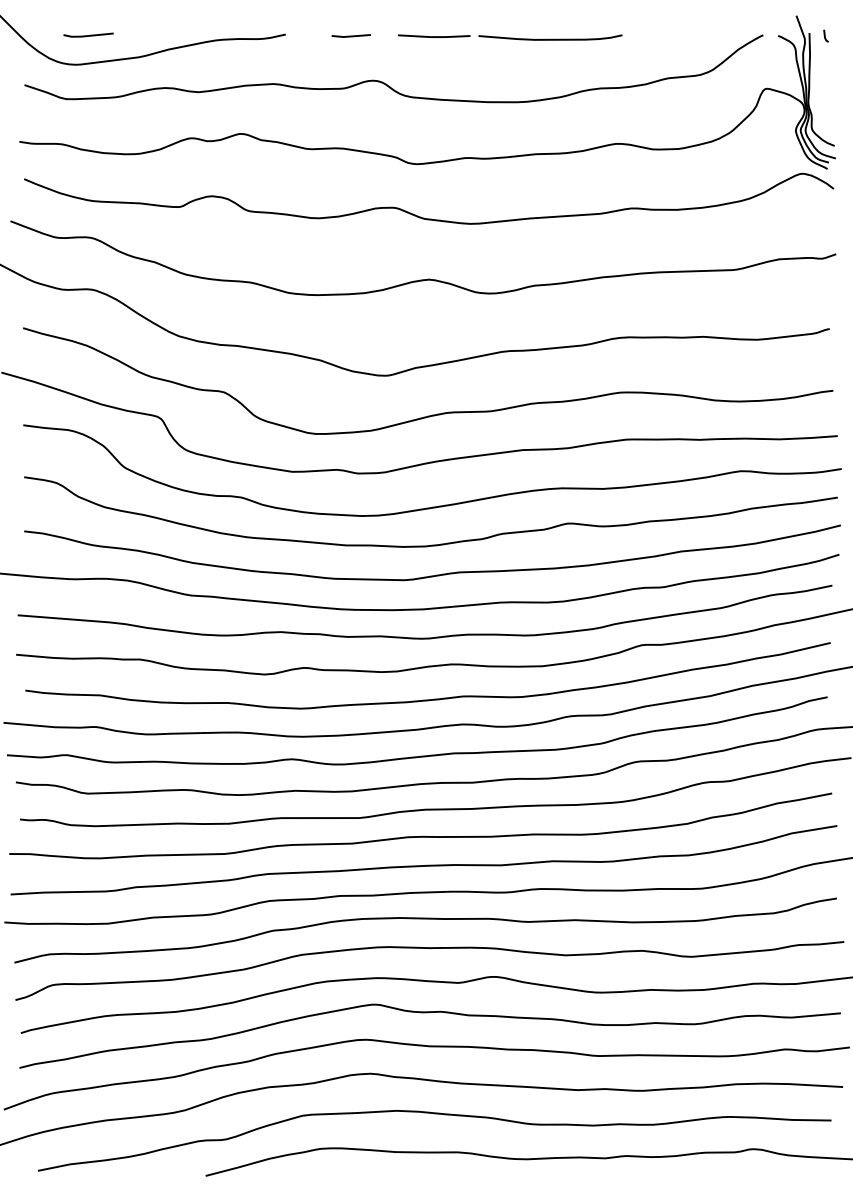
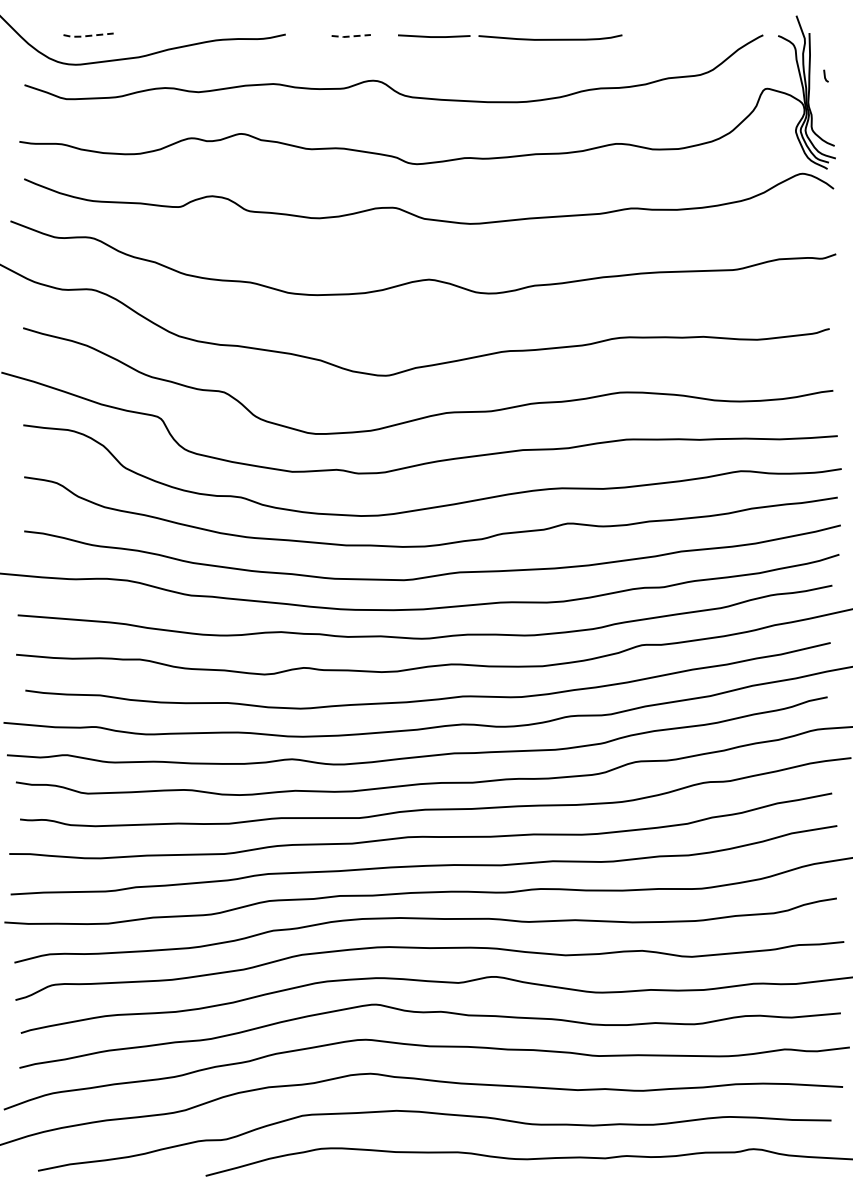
line at (825, 35) position: (825, 35) -> (825, 75)
line at (87, 36): solid -> dashed
line at (350, 36): solid -> dashed
